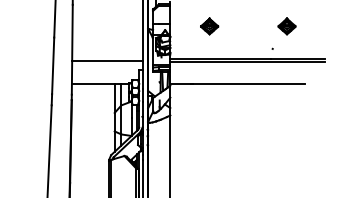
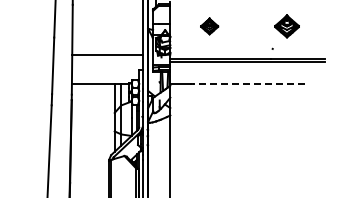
part at (286, 26) size: 20x19 px -> 26x25 px
line at (107, 60) position: (107, 60) -> (107, 54)
line at (248, 84): solid -> dashed
